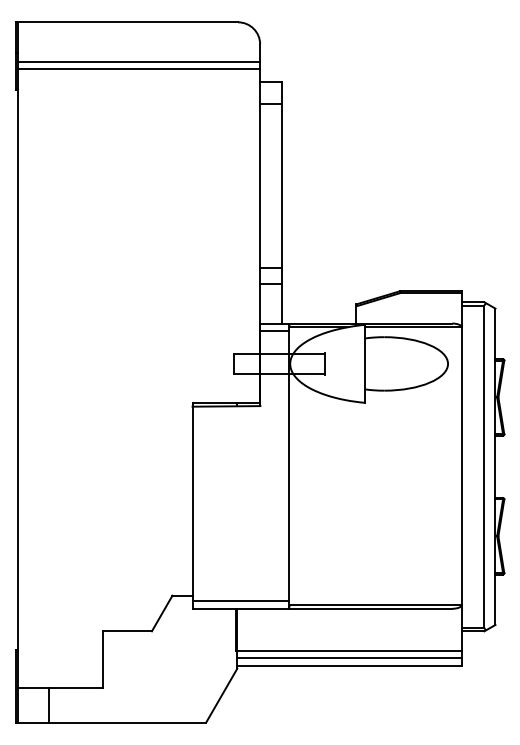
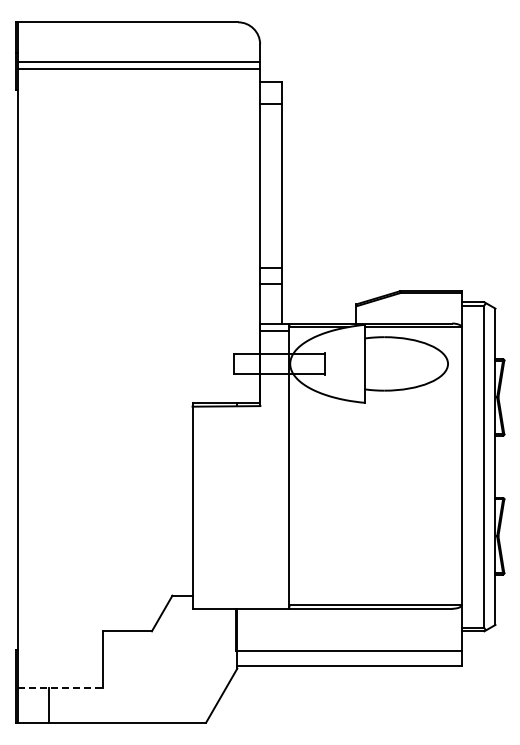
line at (240, 601): present -> none
line at (349, 658): present -> none
line at (60, 688): solid -> dashed
